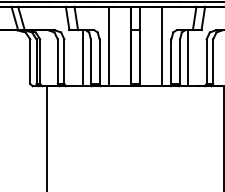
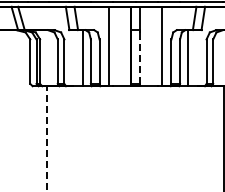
line at (140, 61): solid -> dashed
line at (46, 138): solid -> dashed
